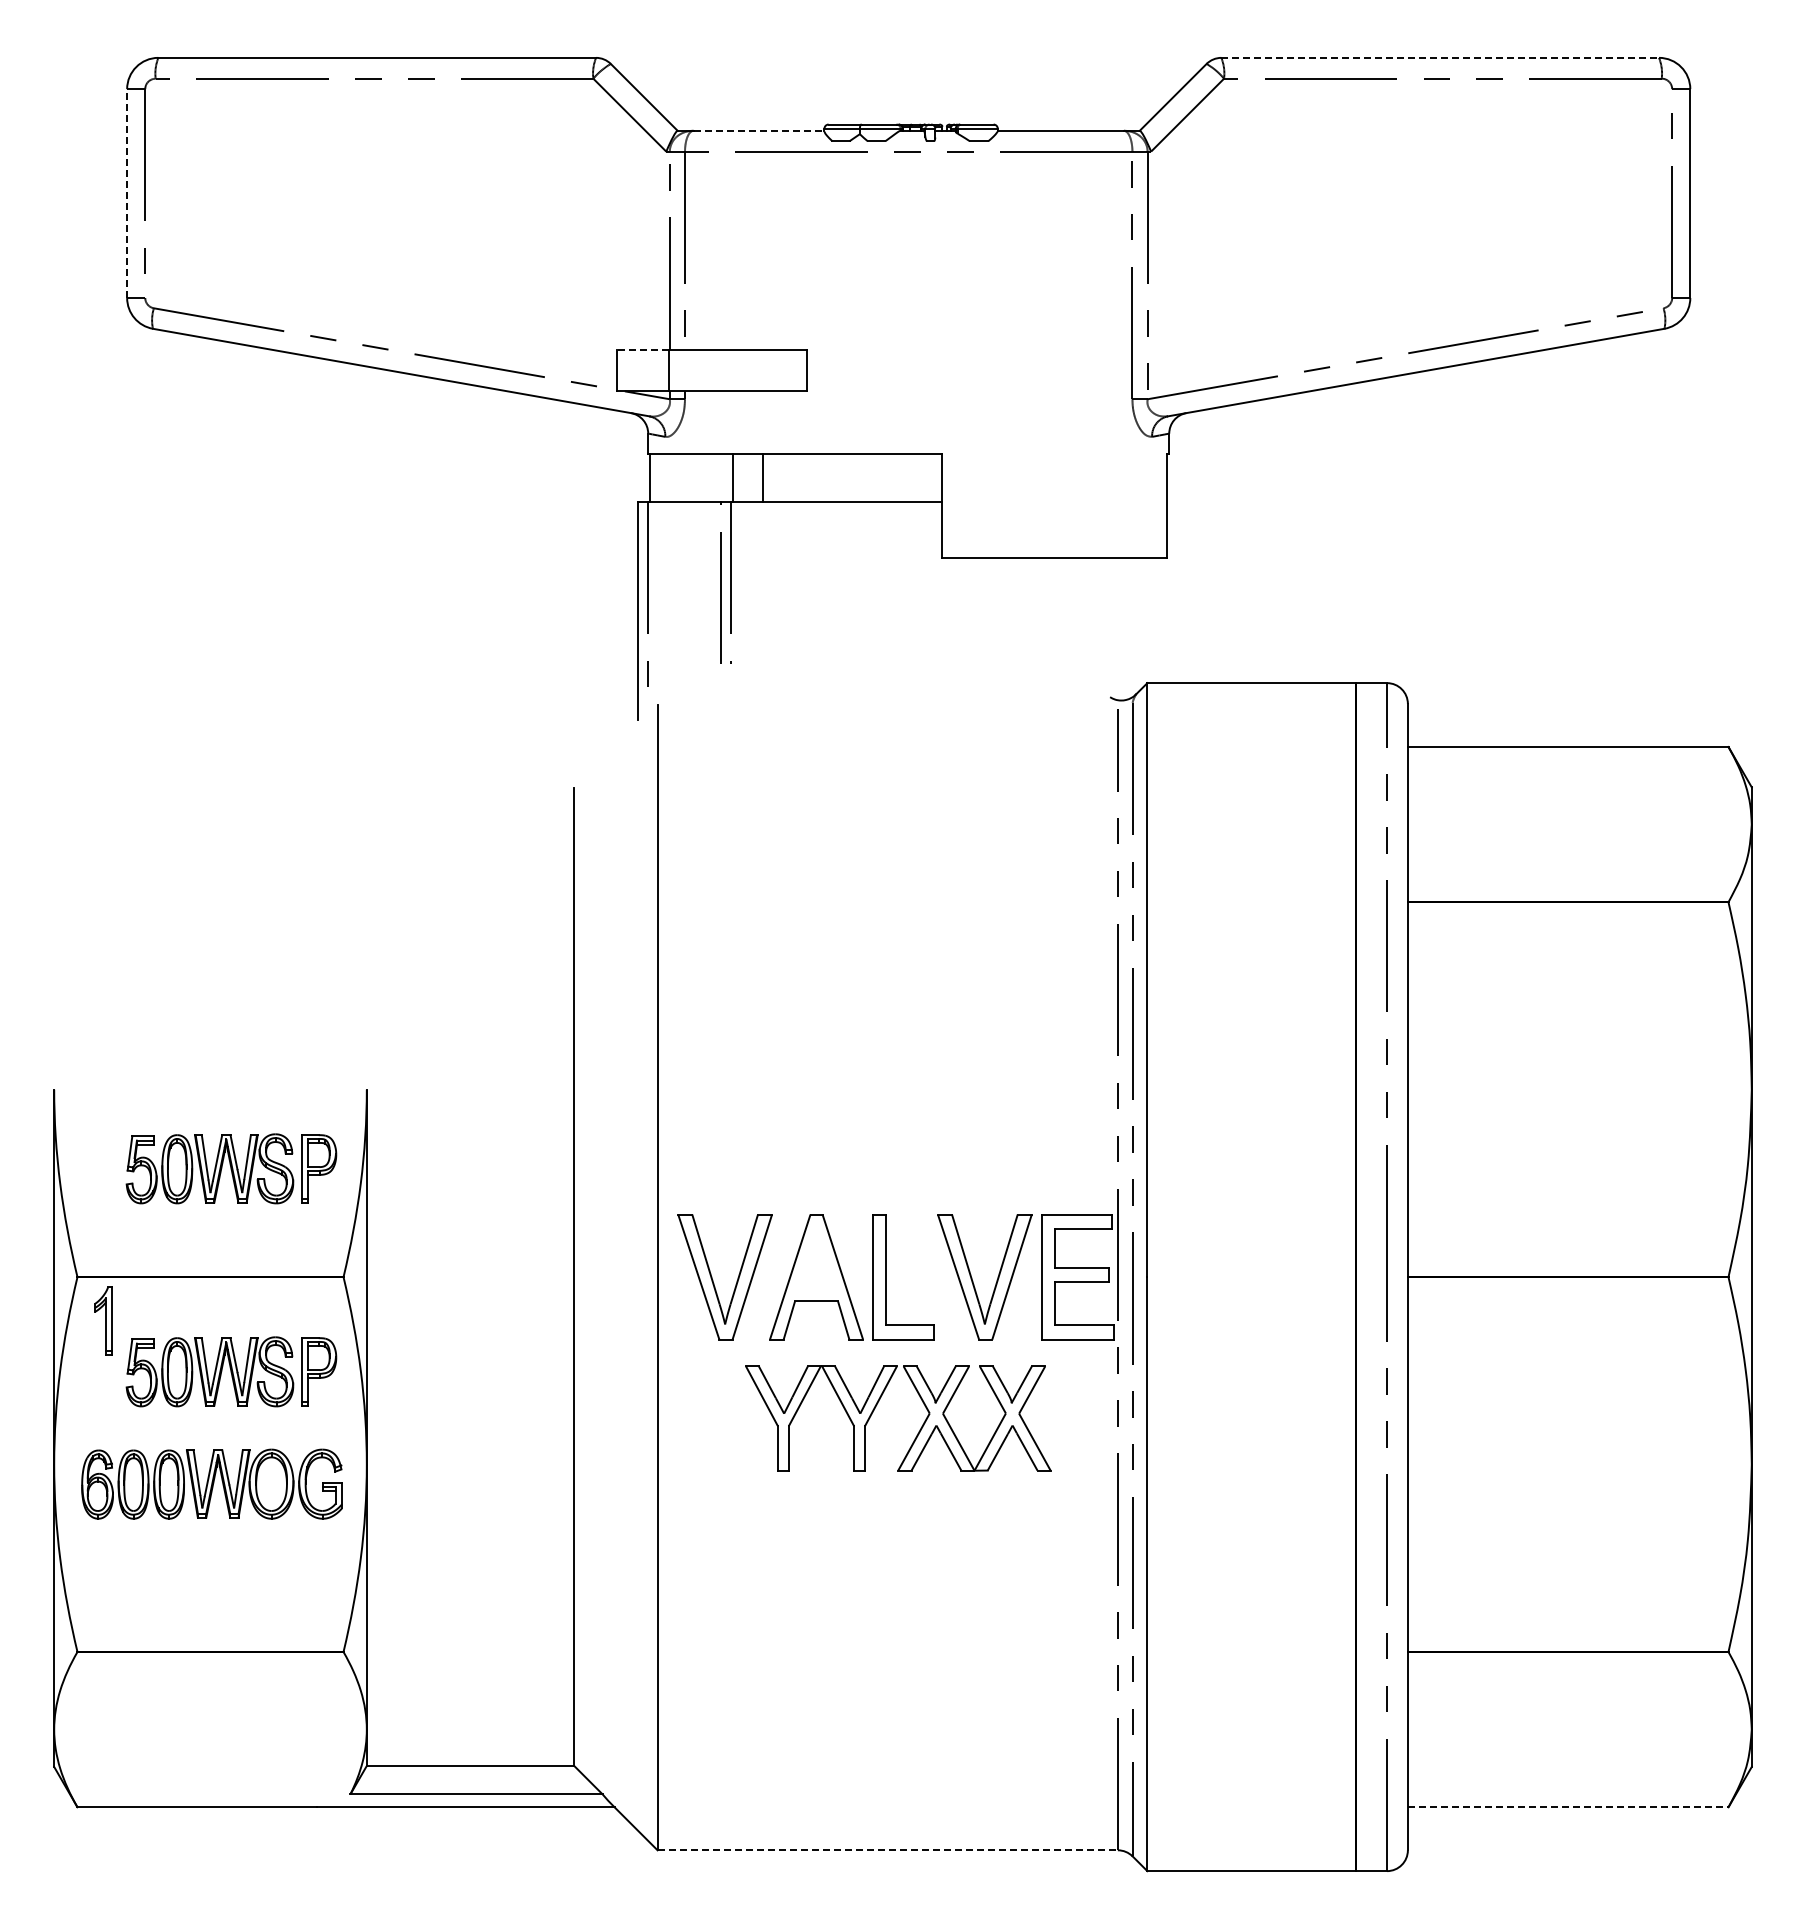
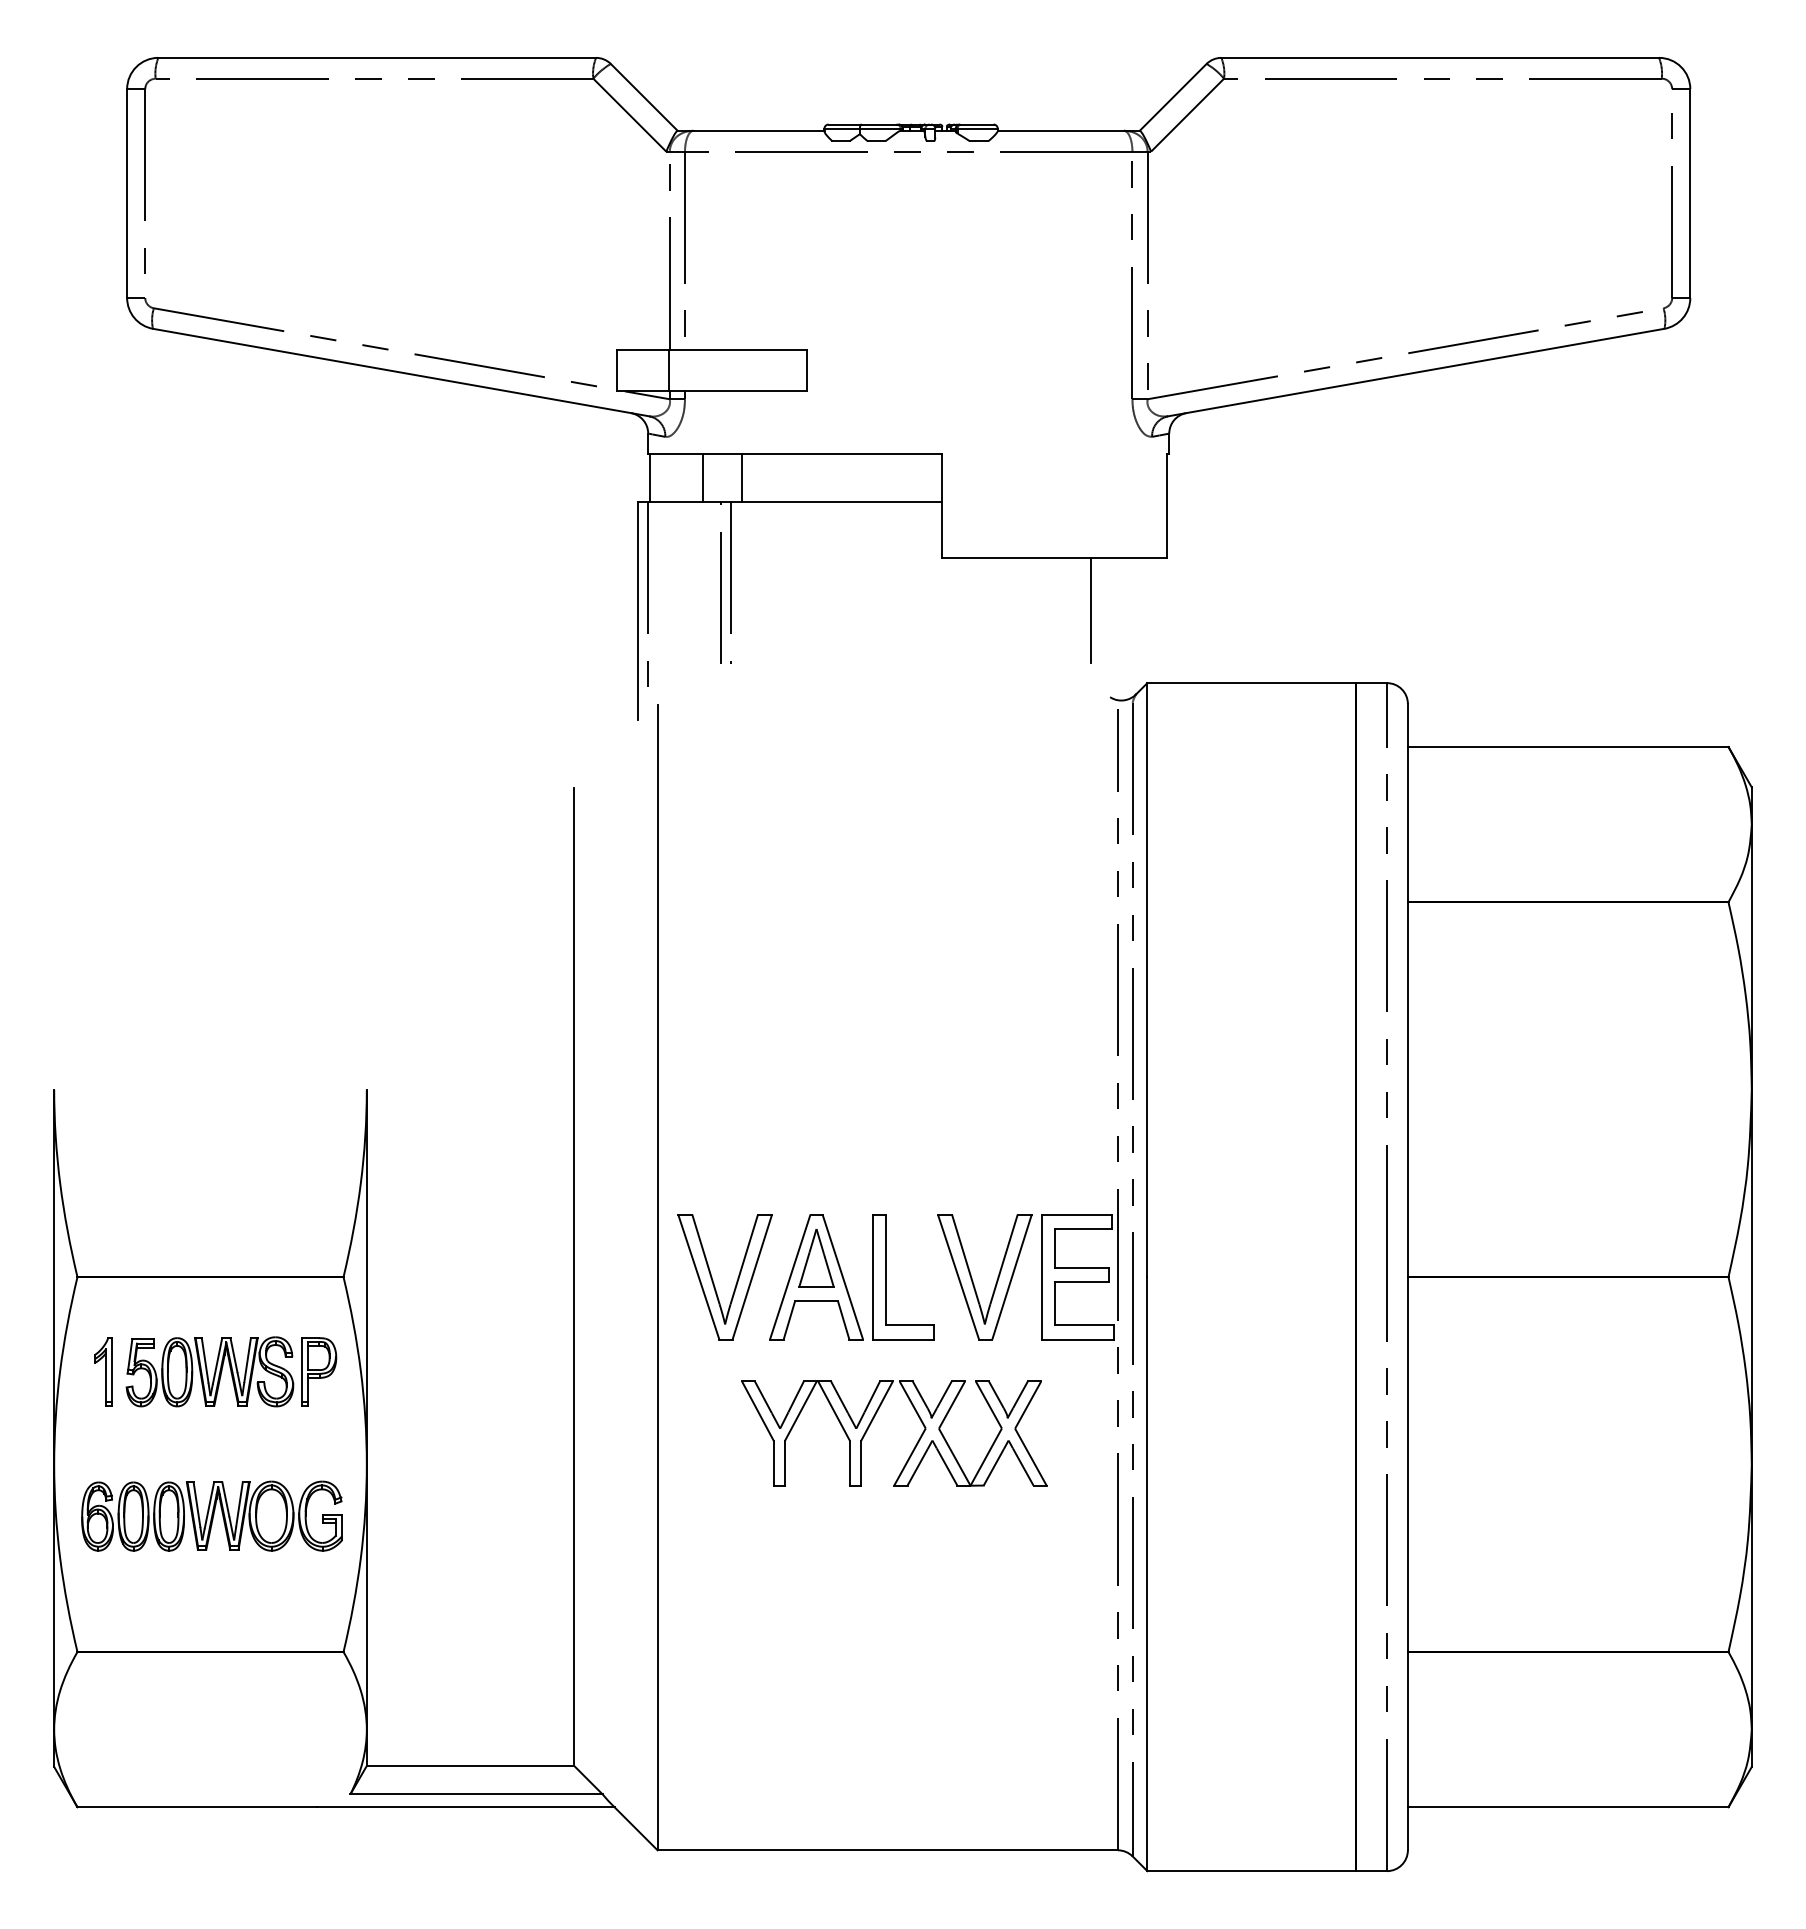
line at (1440, 57): dashed -> solid
line at (759, 130): dashed -> solid
line at (127, 193): dashed -> solid
line at (642, 349): dashed -> solid
line at (733, 477) position: (733, 477) -> (703, 477)
line at (762, 477) position: (762, 477) -> (741, 477)
line at (1091, 610): none -> present
part at (231, 1168): present -> none
part at (816, 1258): none -> present
part at (103, 1320) position: (103, 1320) -> (103, 1371)
part at (919, 1429) position: (919, 1429) -> (915, 1444)
part at (211, 1483) position: (211, 1483) -> (211, 1515)
line at (1568, 1807): dashed -> solid
line at (888, 1850): dashed -> solid
